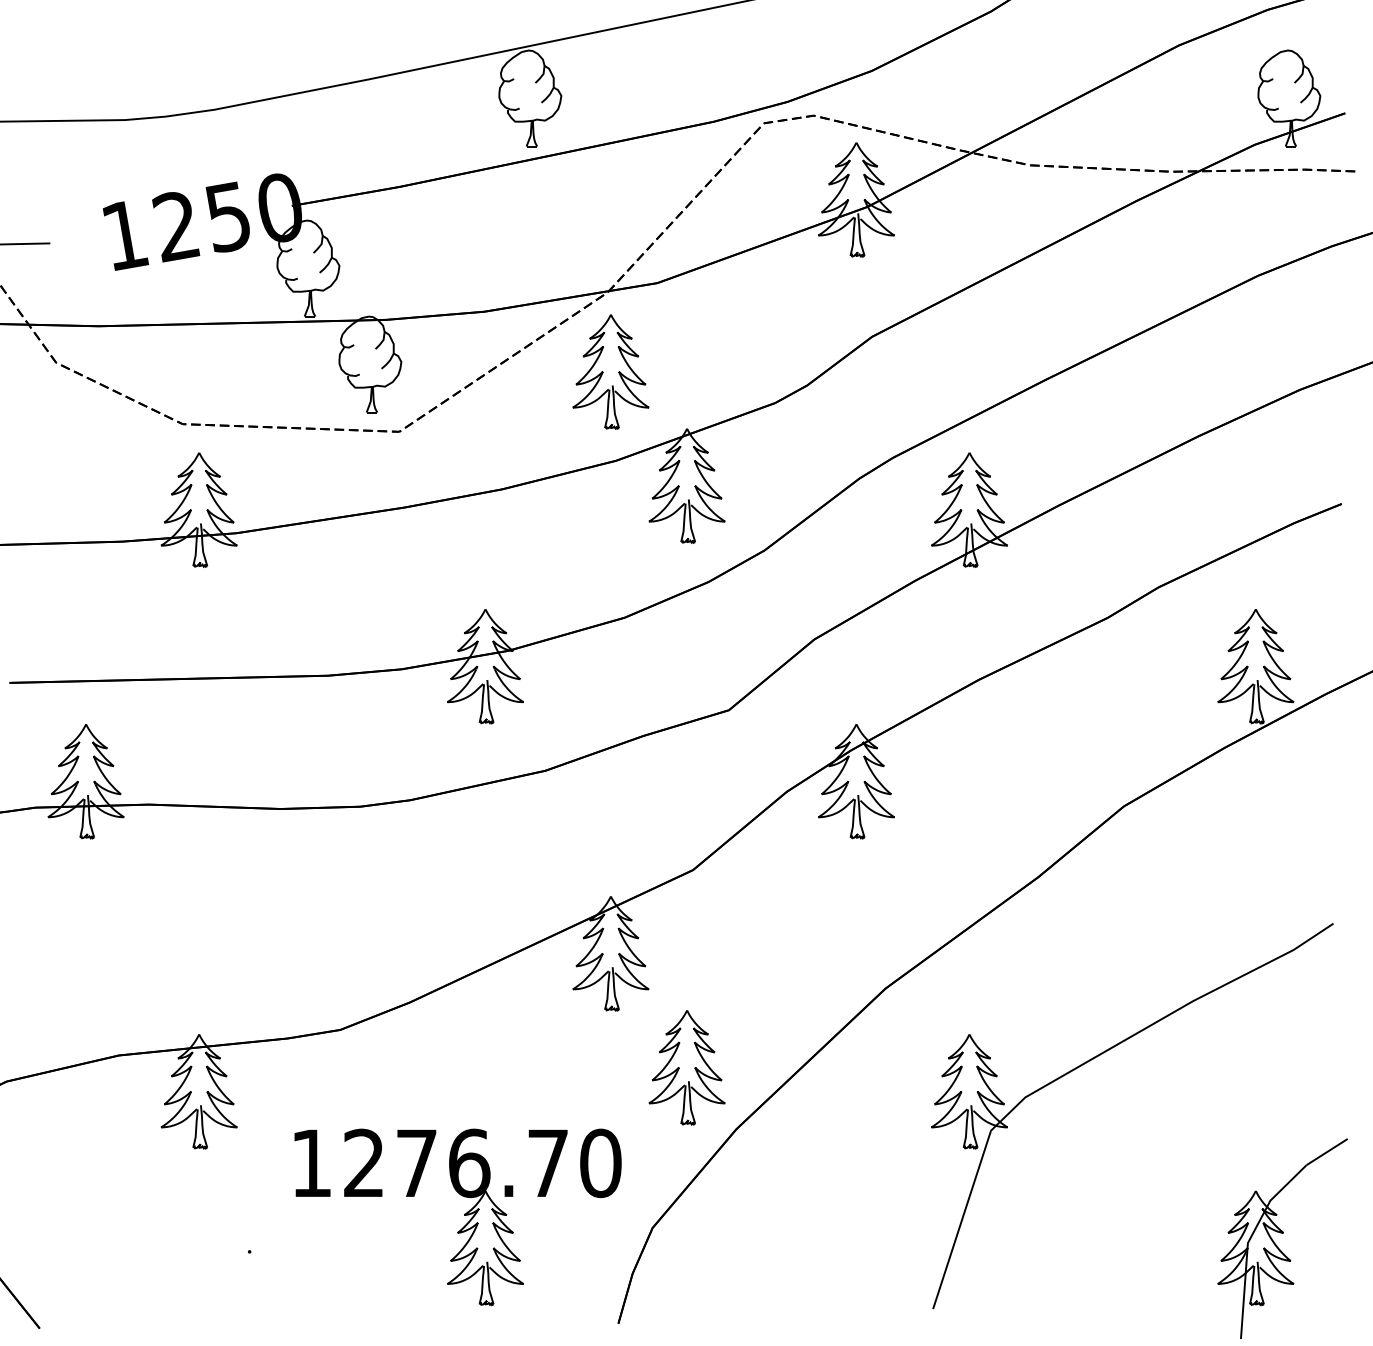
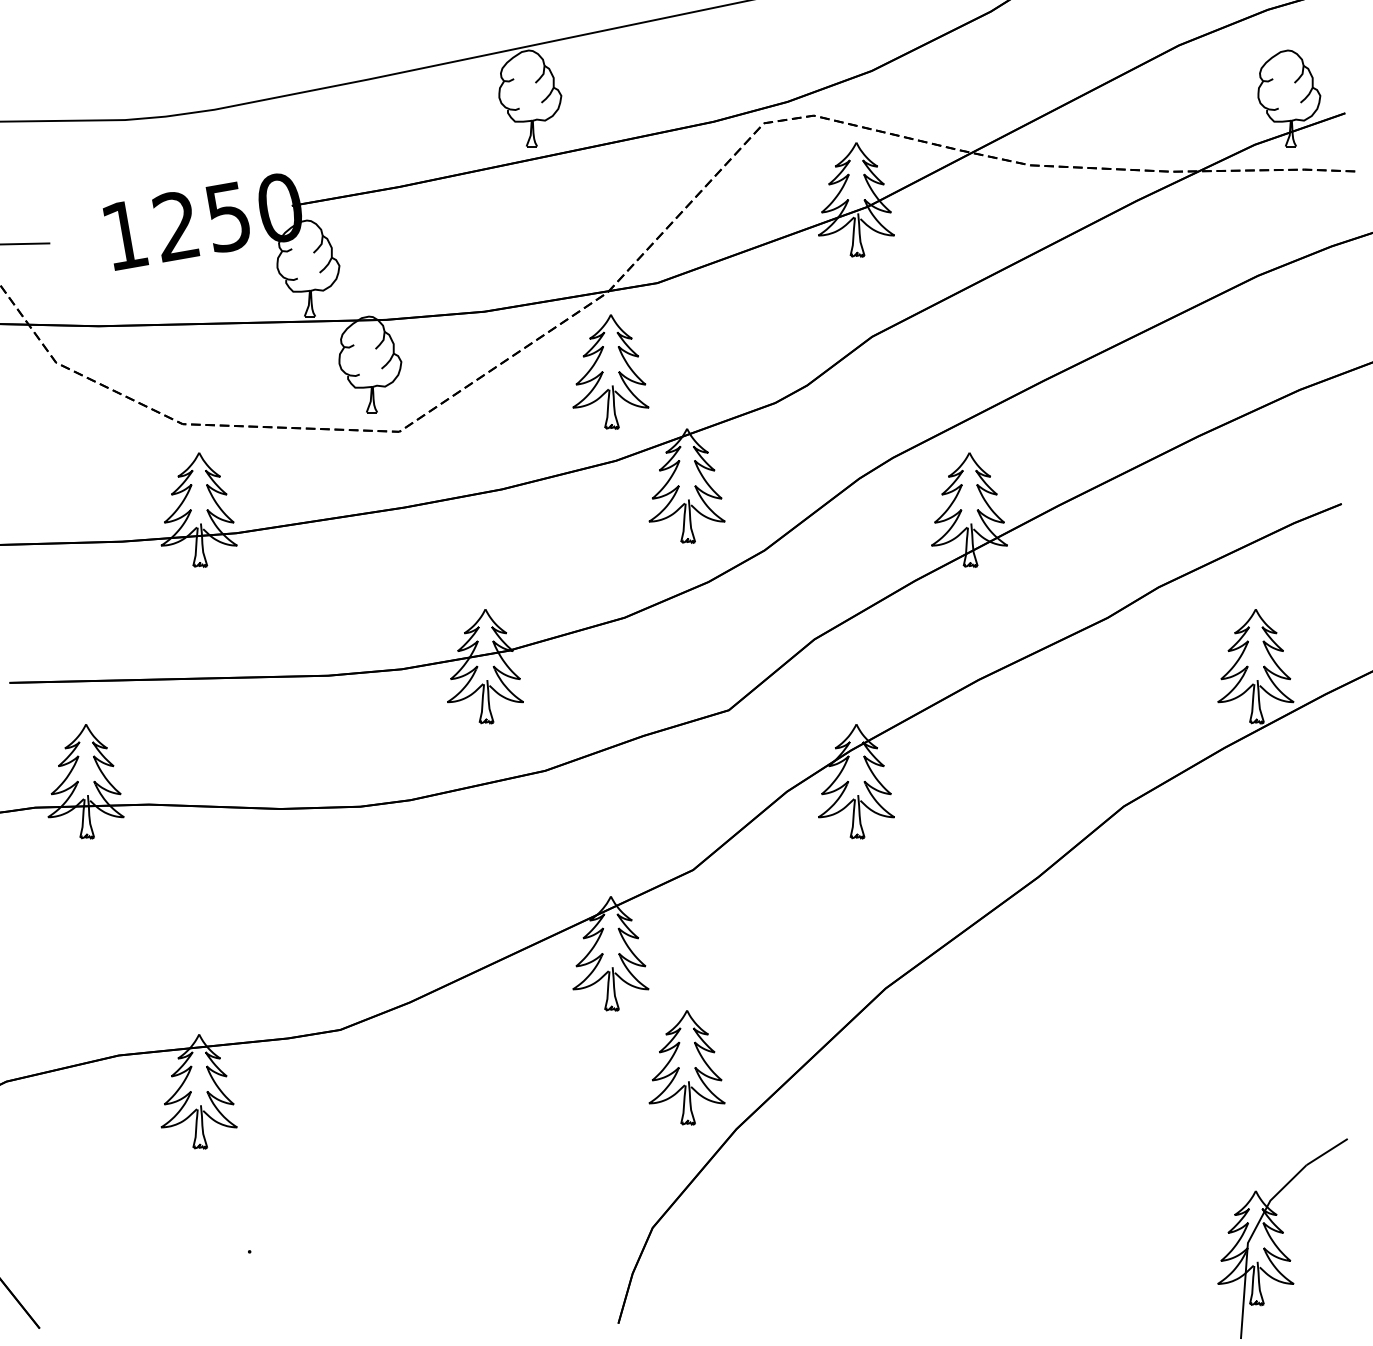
part at (1097, 1057): present -> none
part at (464, 1215): present -> none
